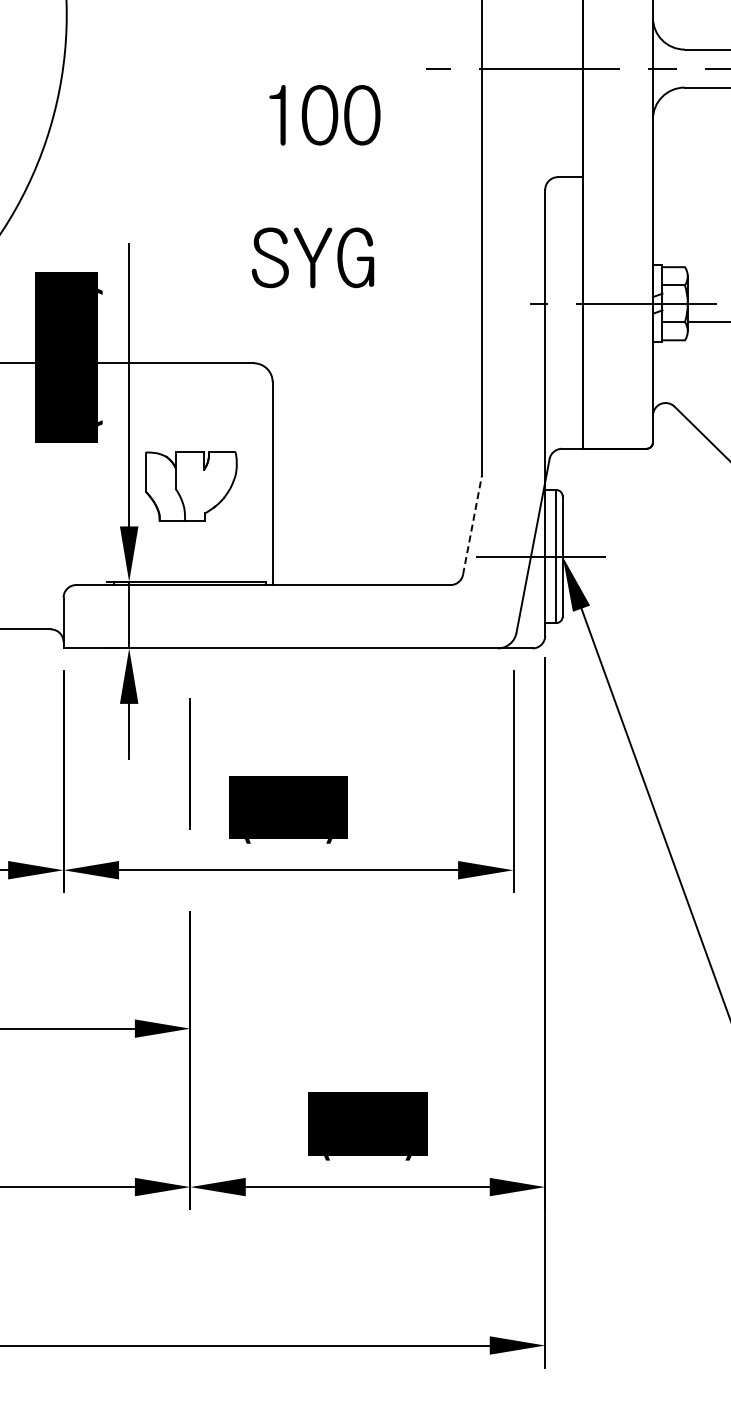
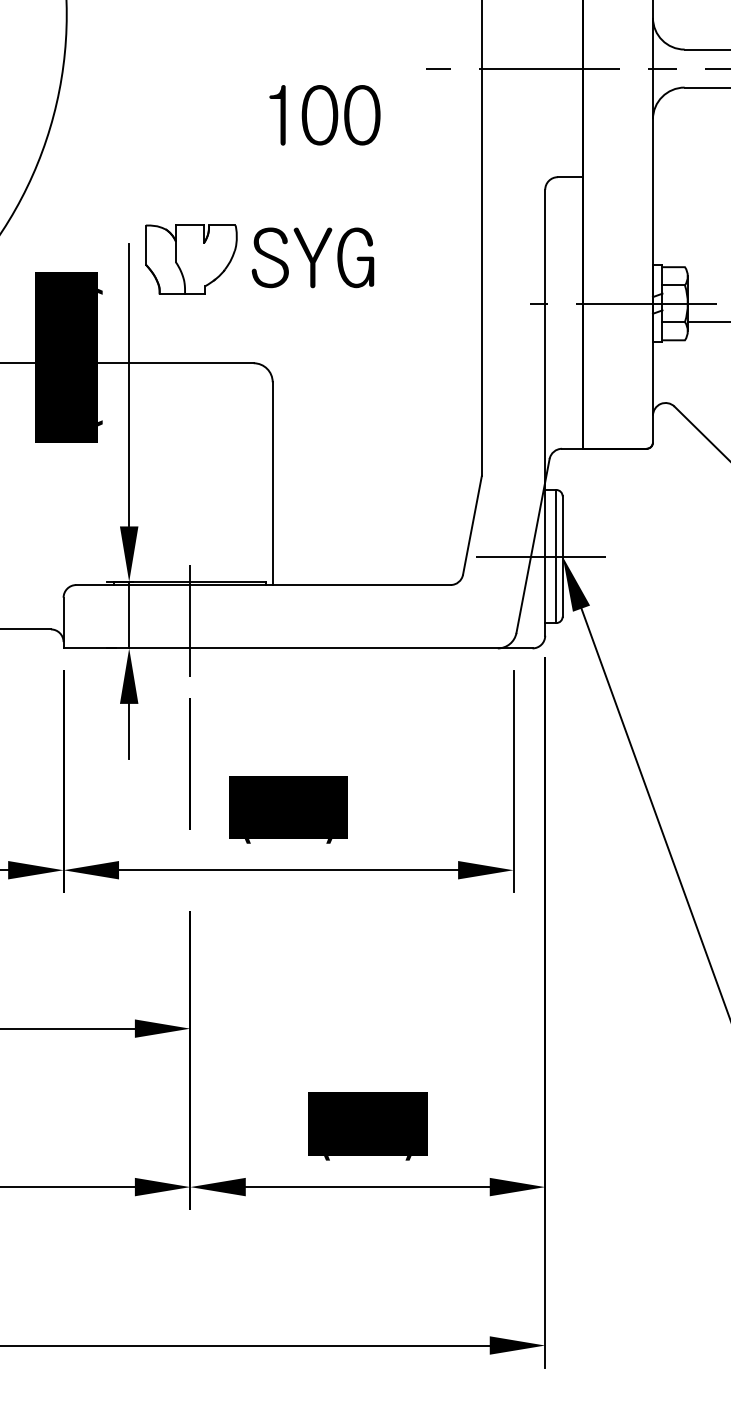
part at (191, 486) position: (191, 486) -> (191, 259)
line at (472, 524): dashed -> solid
line at (190, 620): none -> present
